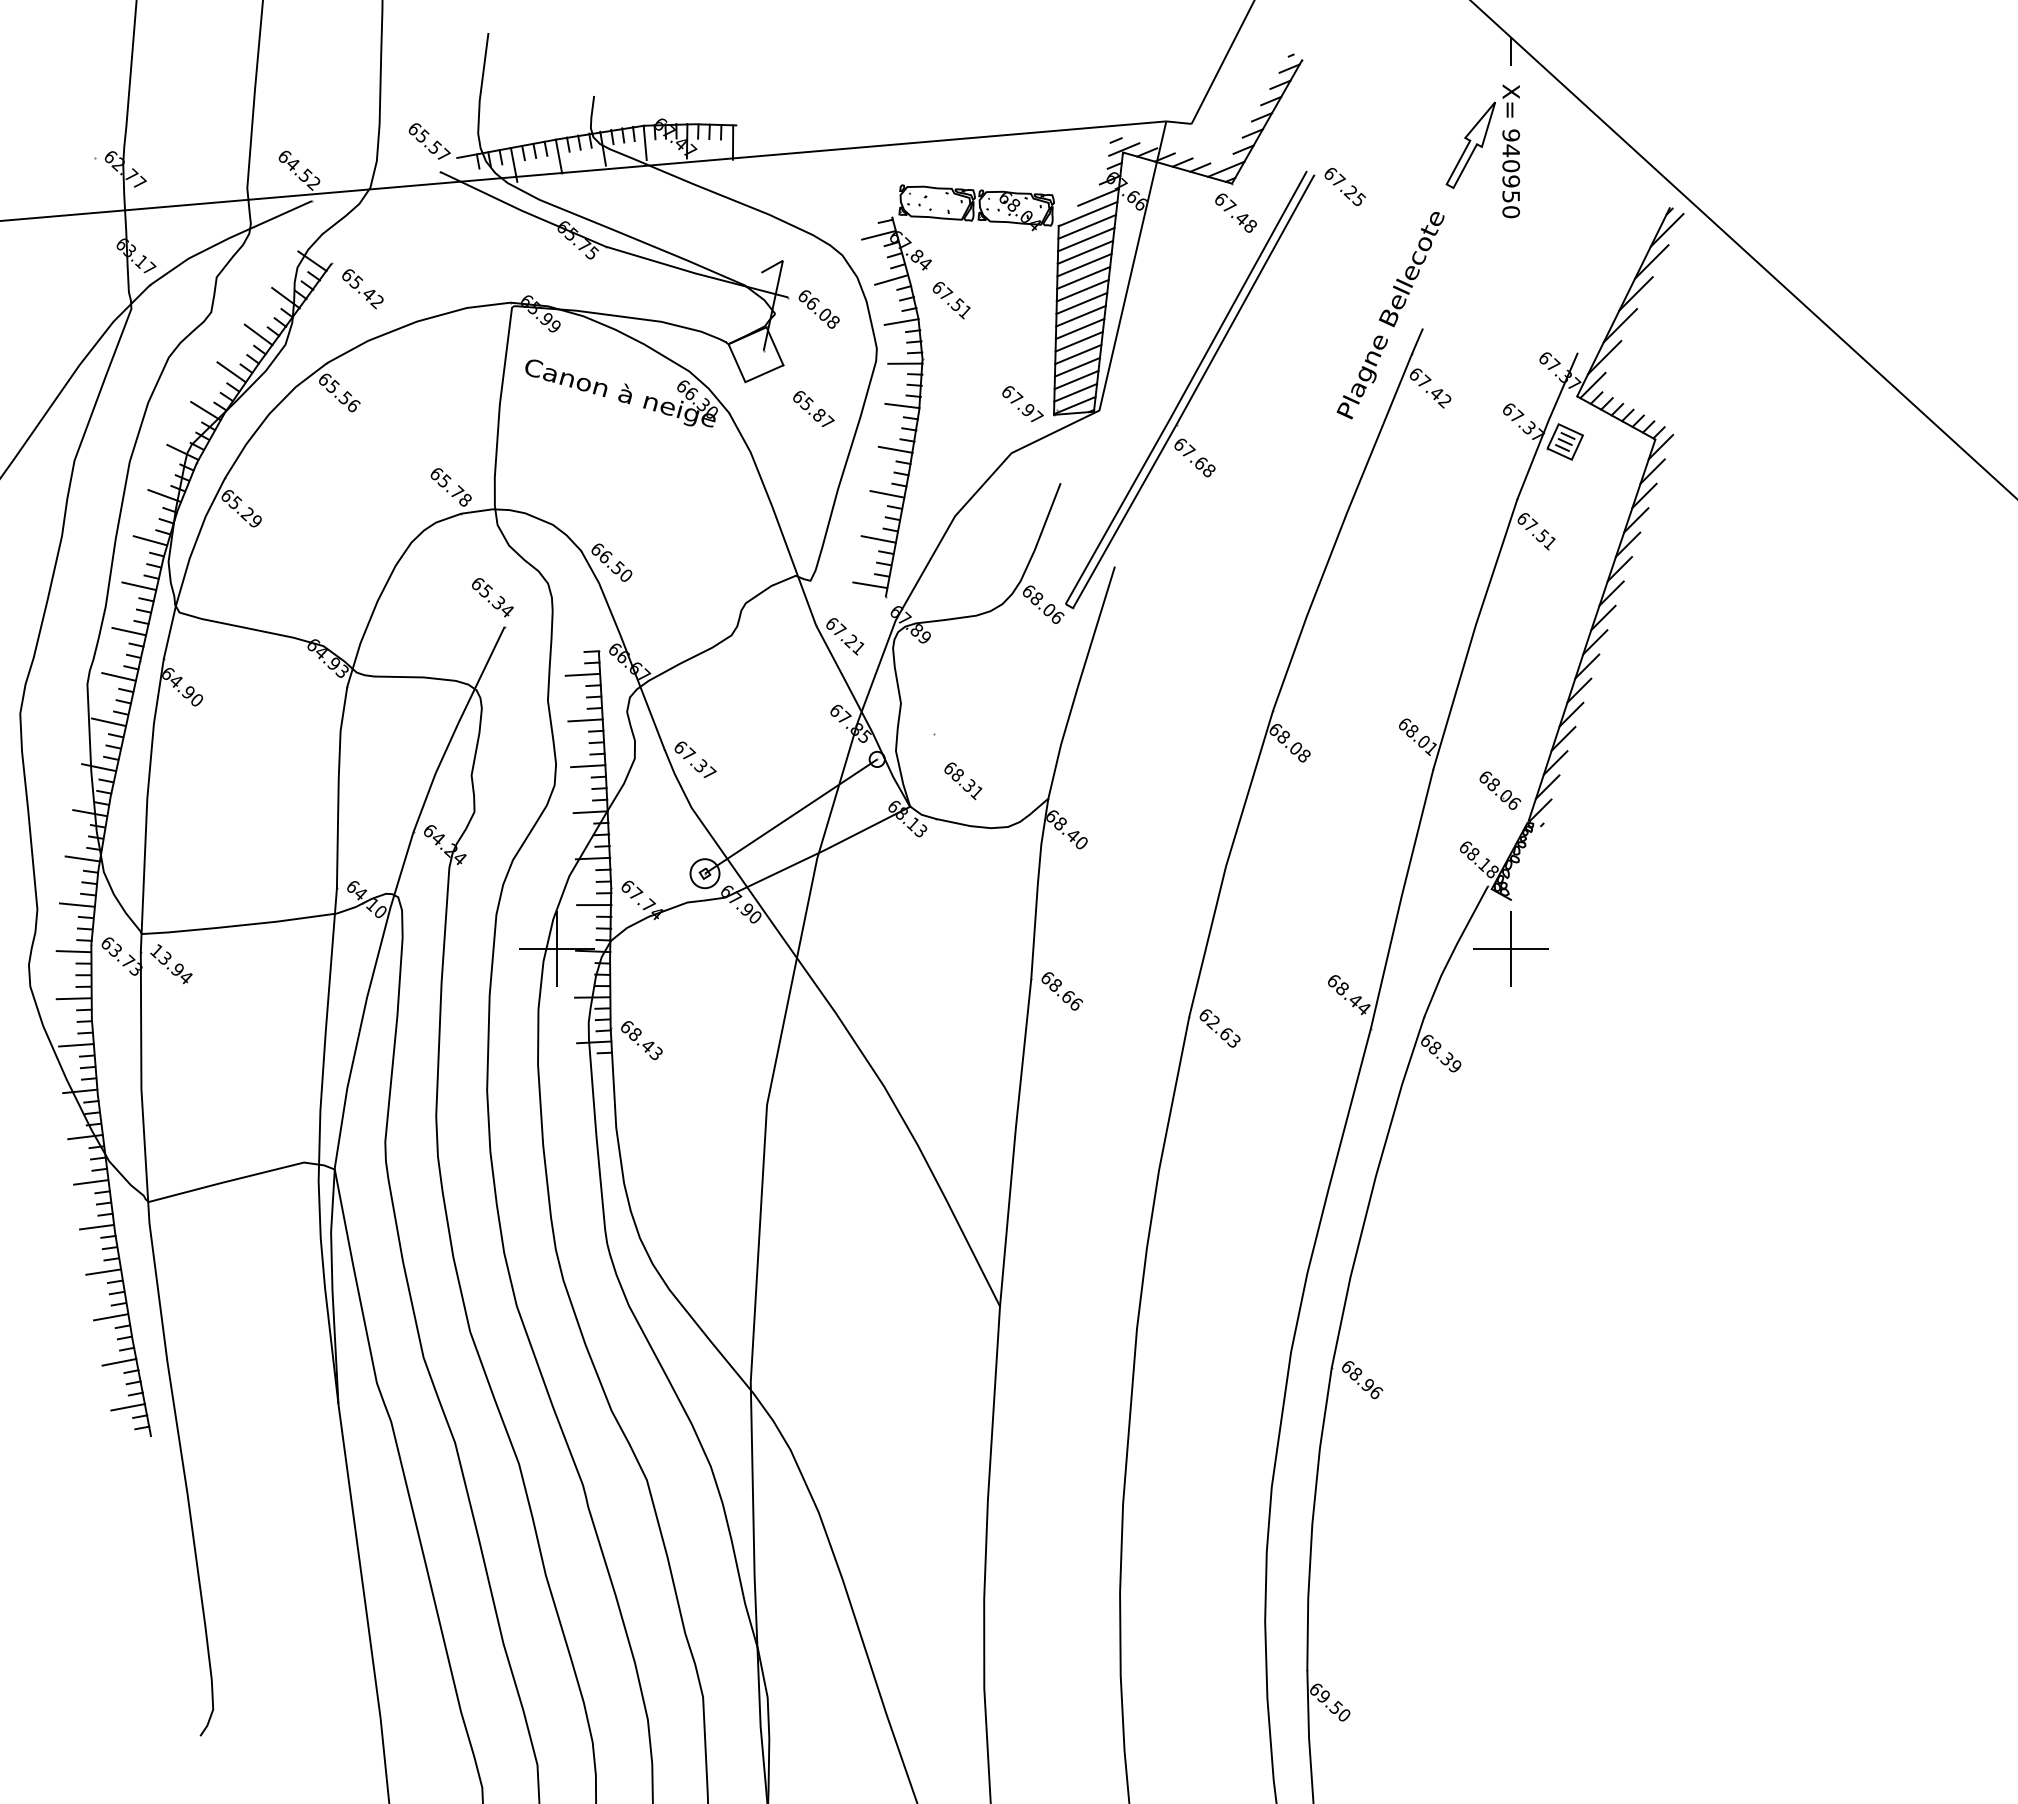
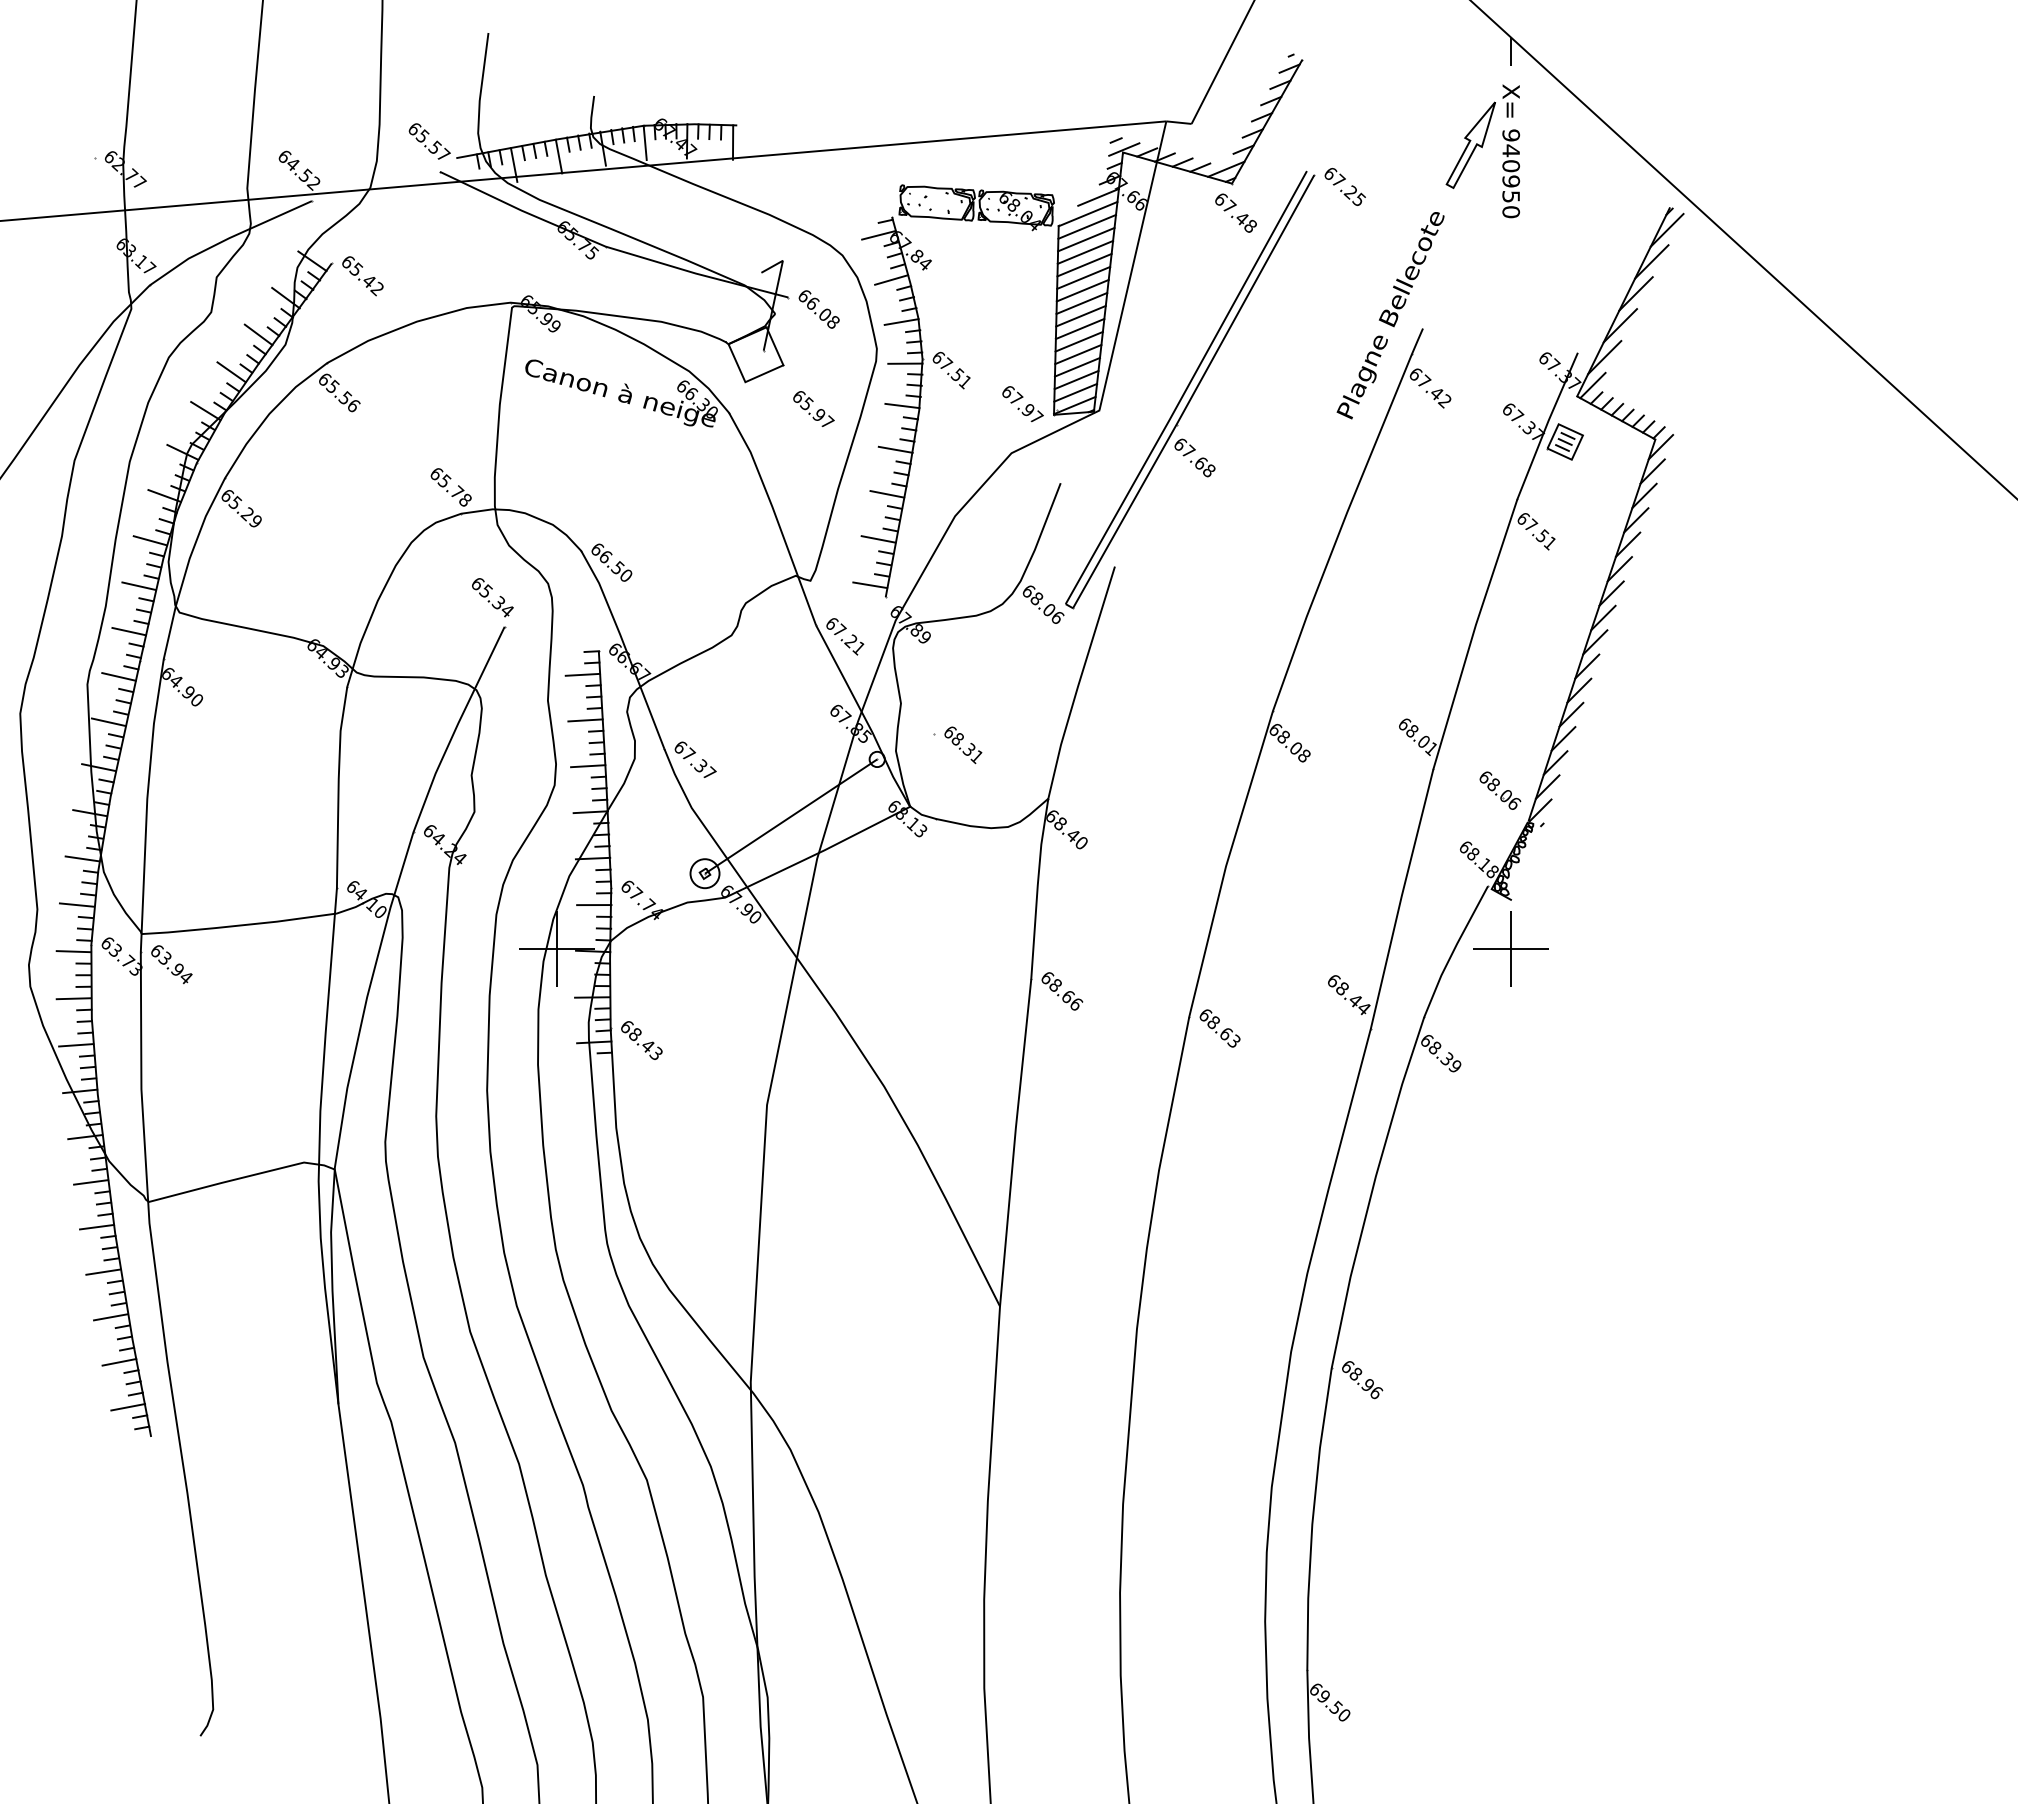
text at (362, 289) position: (362, 289) -> (362, 276)
text at (951, 300) position: (951, 300) -> (951, 370)
text at (818, 415): 65.87 -> 65.97
text at (963, 781) position: (963, 781) -> (963, 745)
text at (156, 951): 13.94 -> 63.94
text at (1212, 1022): 62.63 -> 68.63
